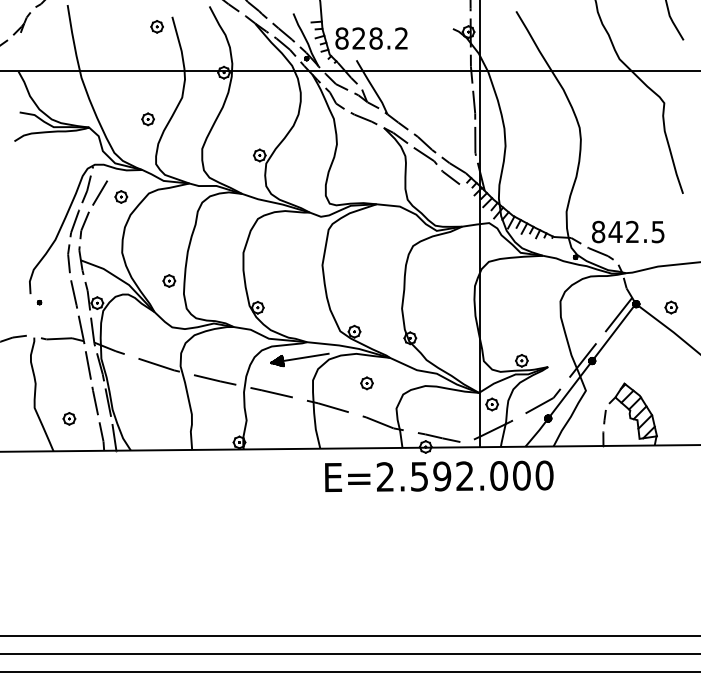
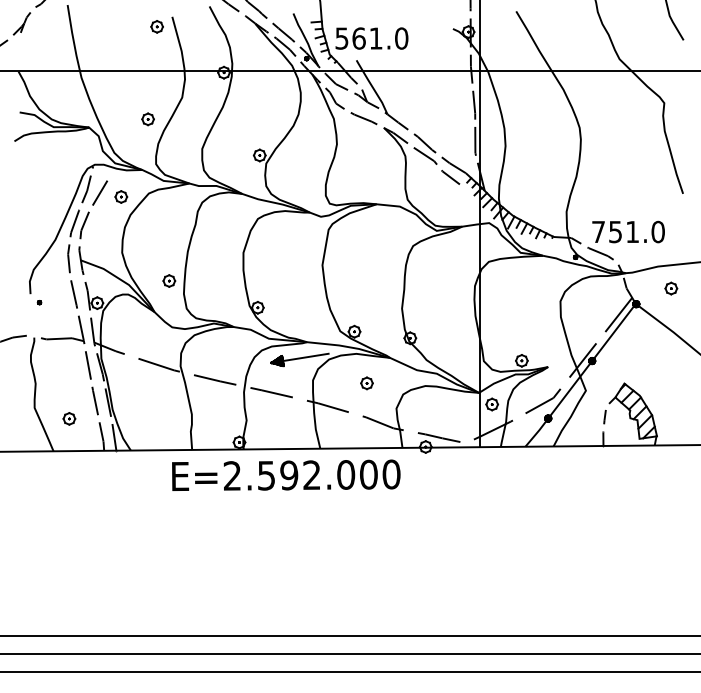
text at (371, 38): 828.2 -> 561.0
text at (628, 231): 842.5 -> 751.0
part at (671, 307) position: (671, 307) -> (671, 288)
text at (439, 475) position: (439, 475) -> (286, 474)
